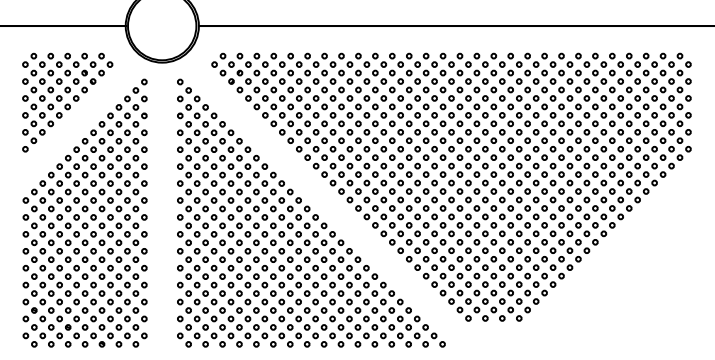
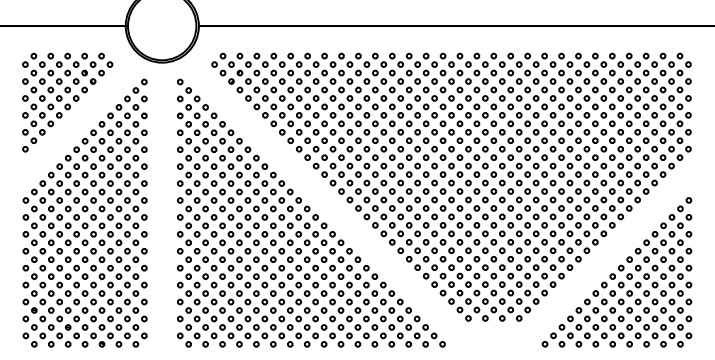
part at (616, 272): none -> present
